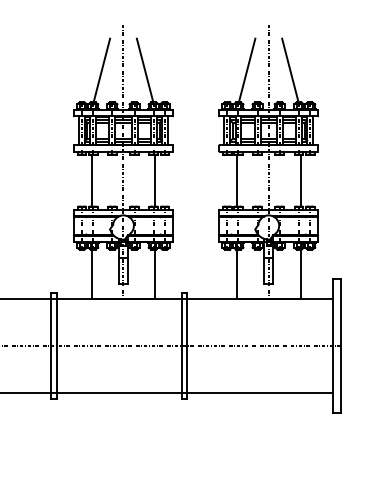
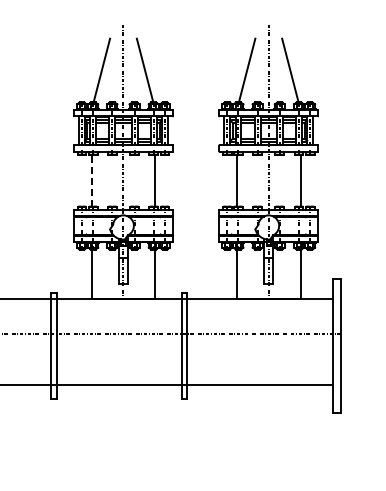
line at (91, 180): solid -> dashed
line at (171, 345) position: (171, 345) -> (171, 333)
line at (167, 392) position: (167, 392) -> (167, 384)
